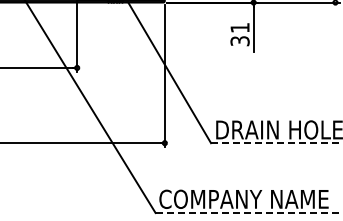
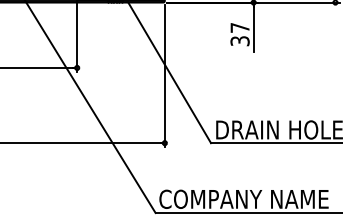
text at (239, 27): 31 -> 37
line at (277, 143): dashed -> solid
line at (249, 213): dashed -> solid
